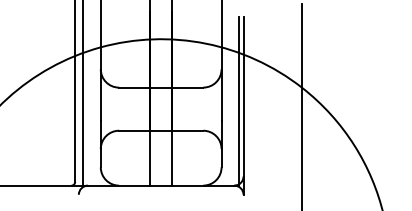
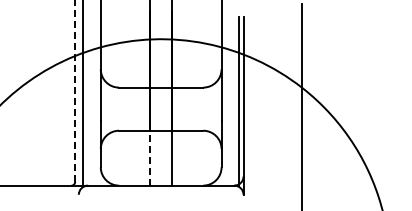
line at (75, 90): solid -> dashed
line at (150, 157): solid -> dashed
